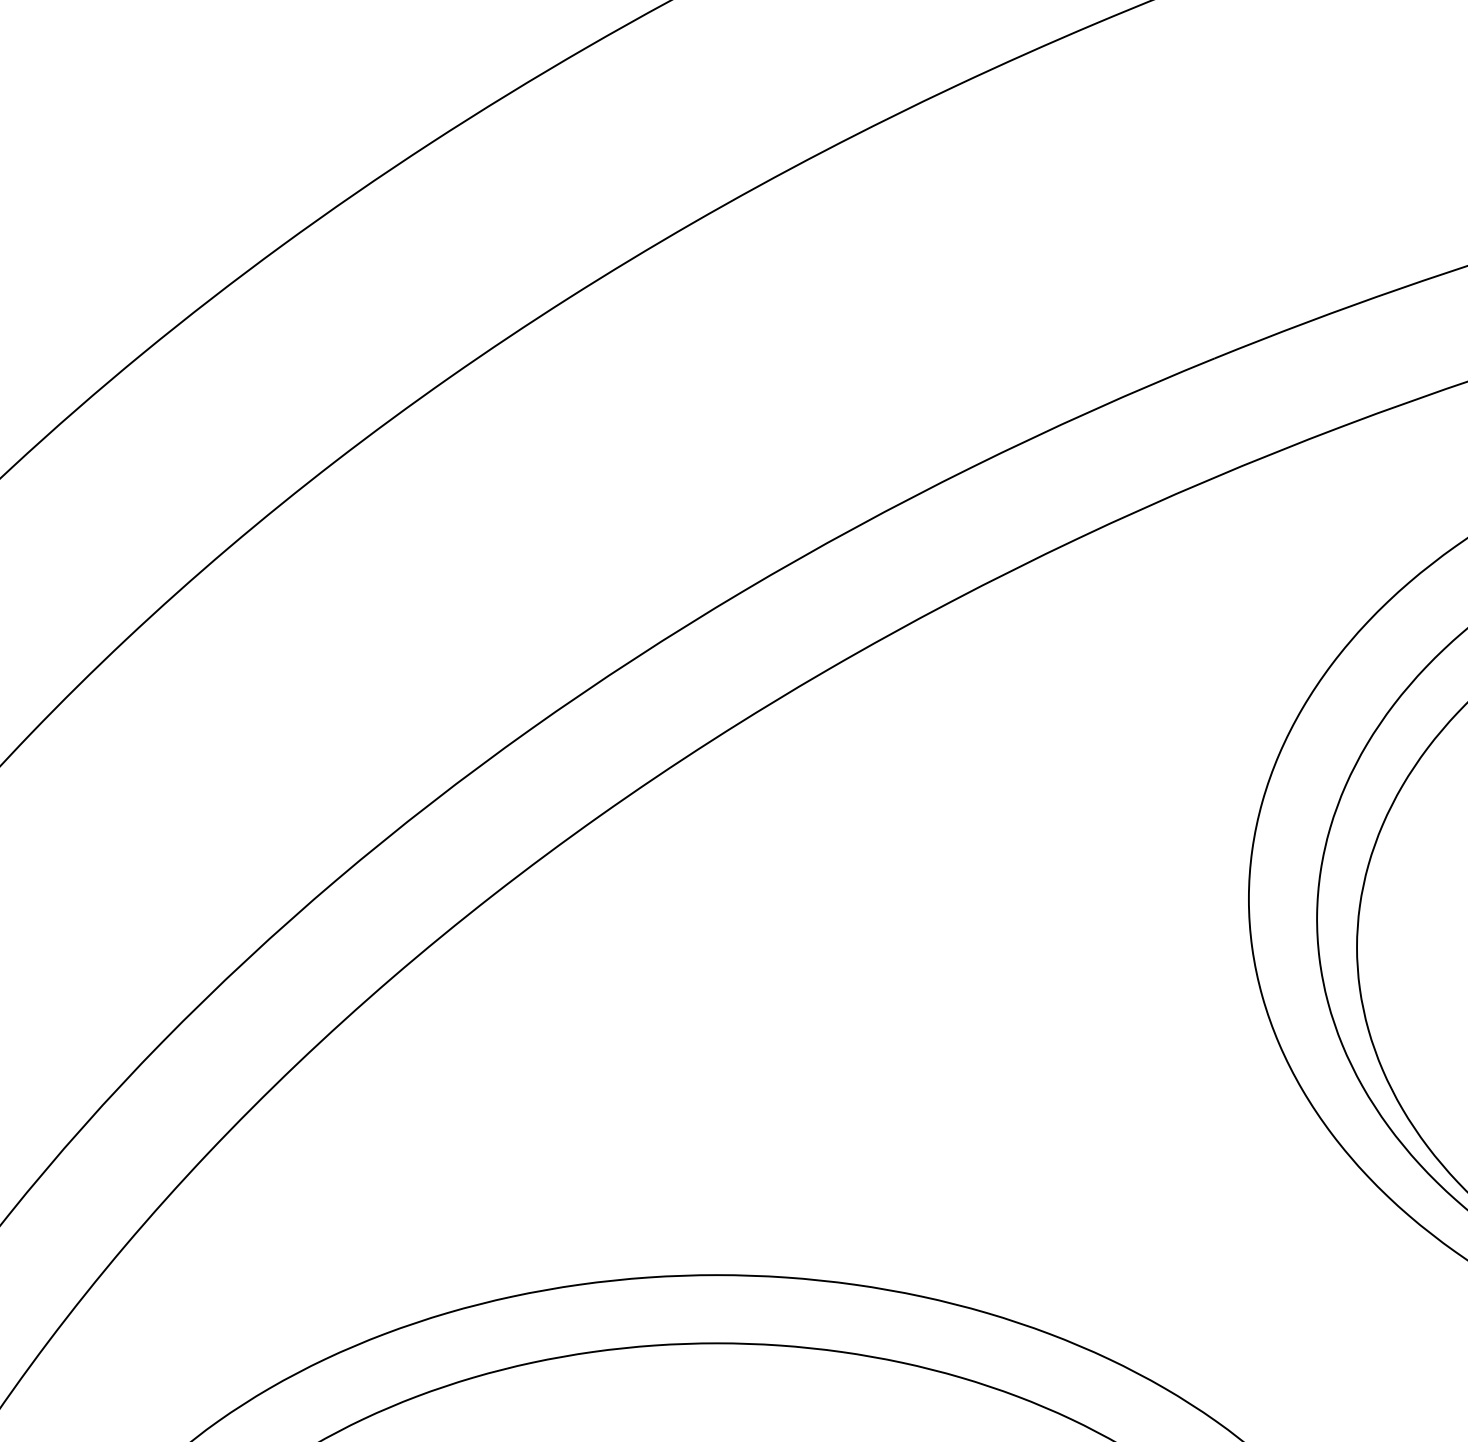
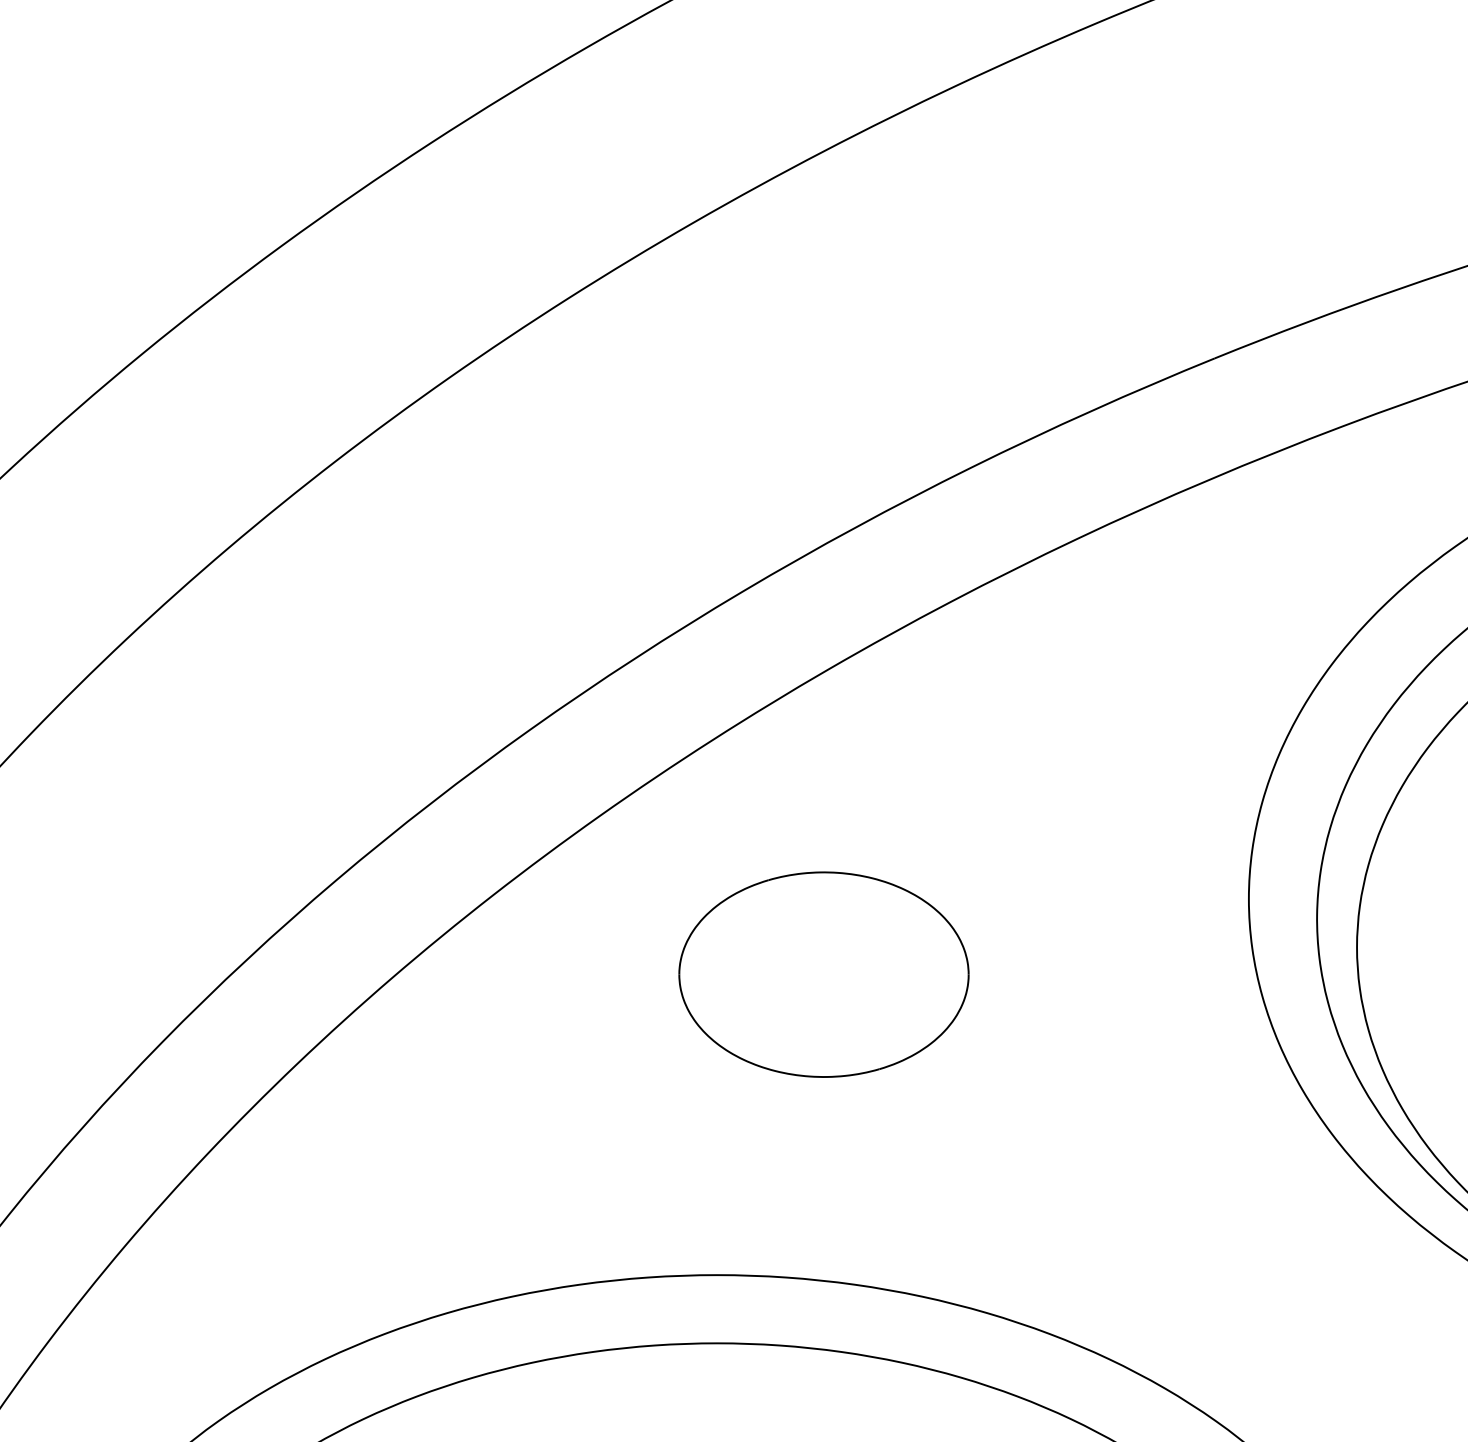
part at (823, 974): none -> present
